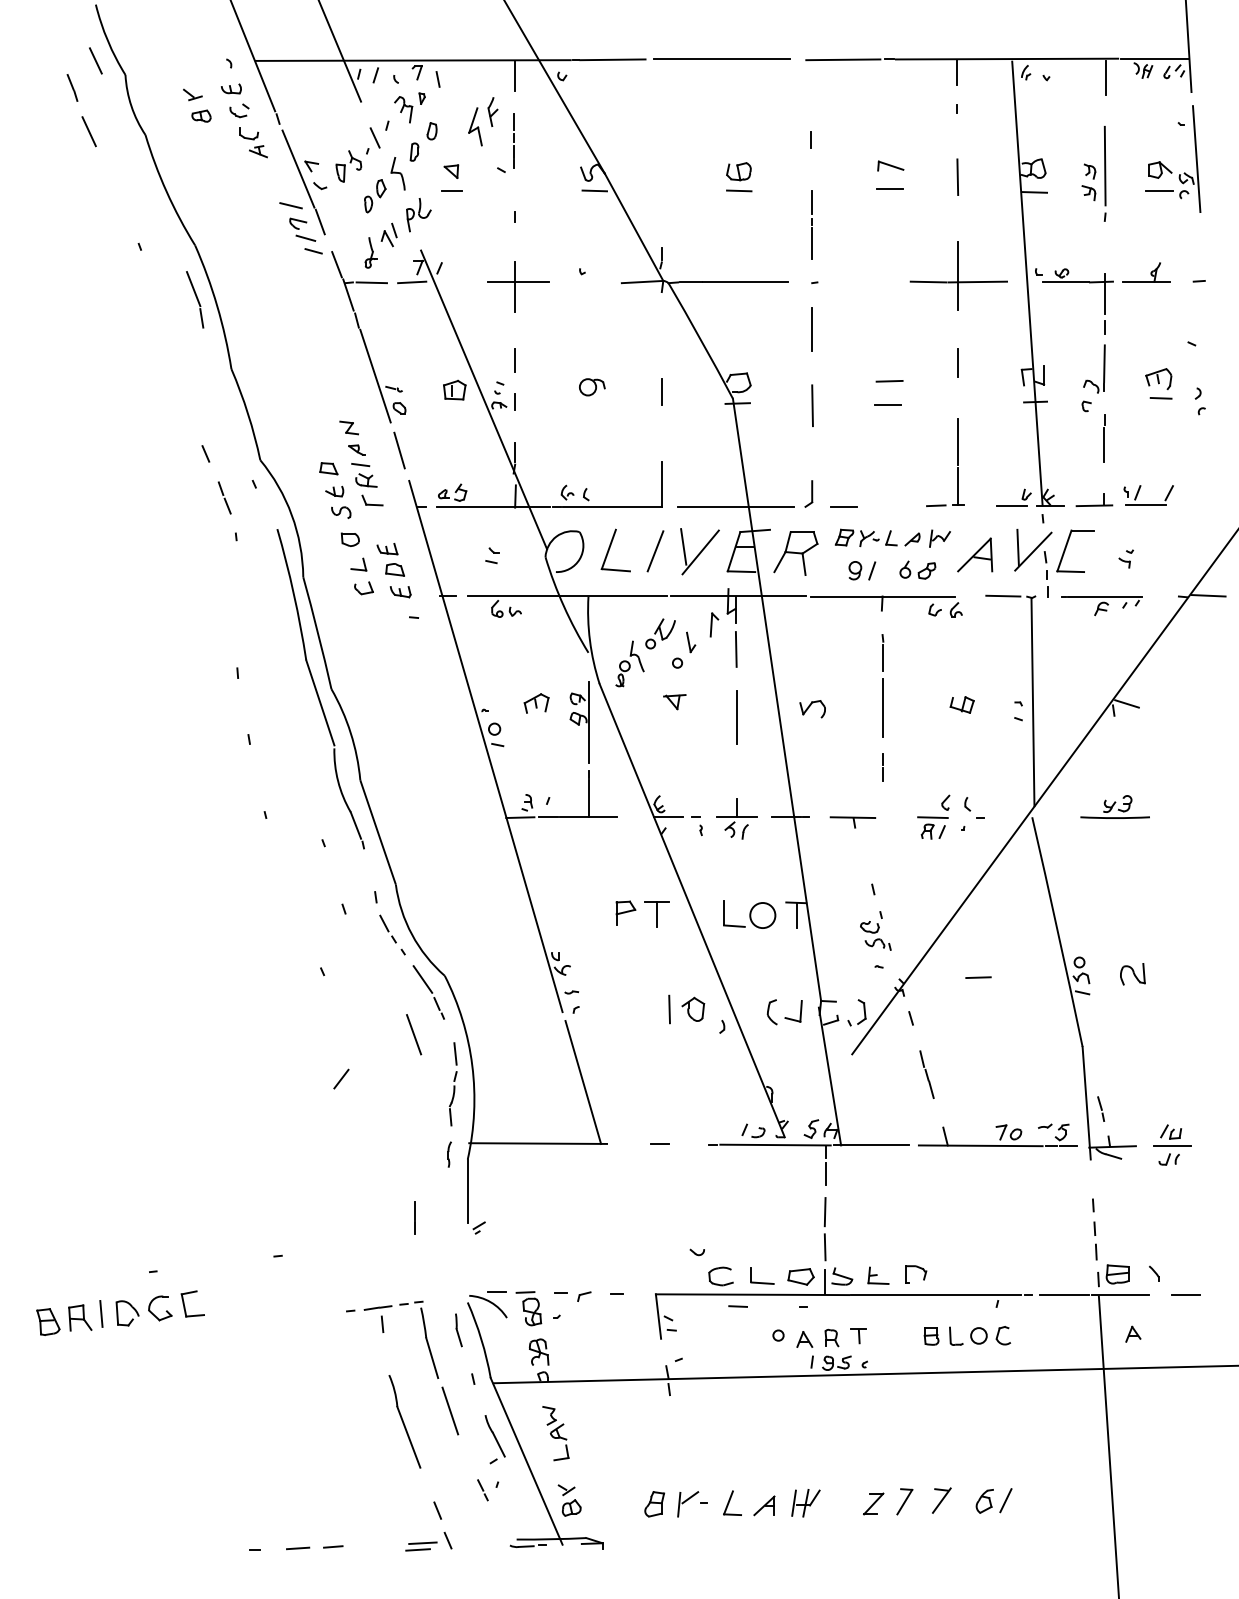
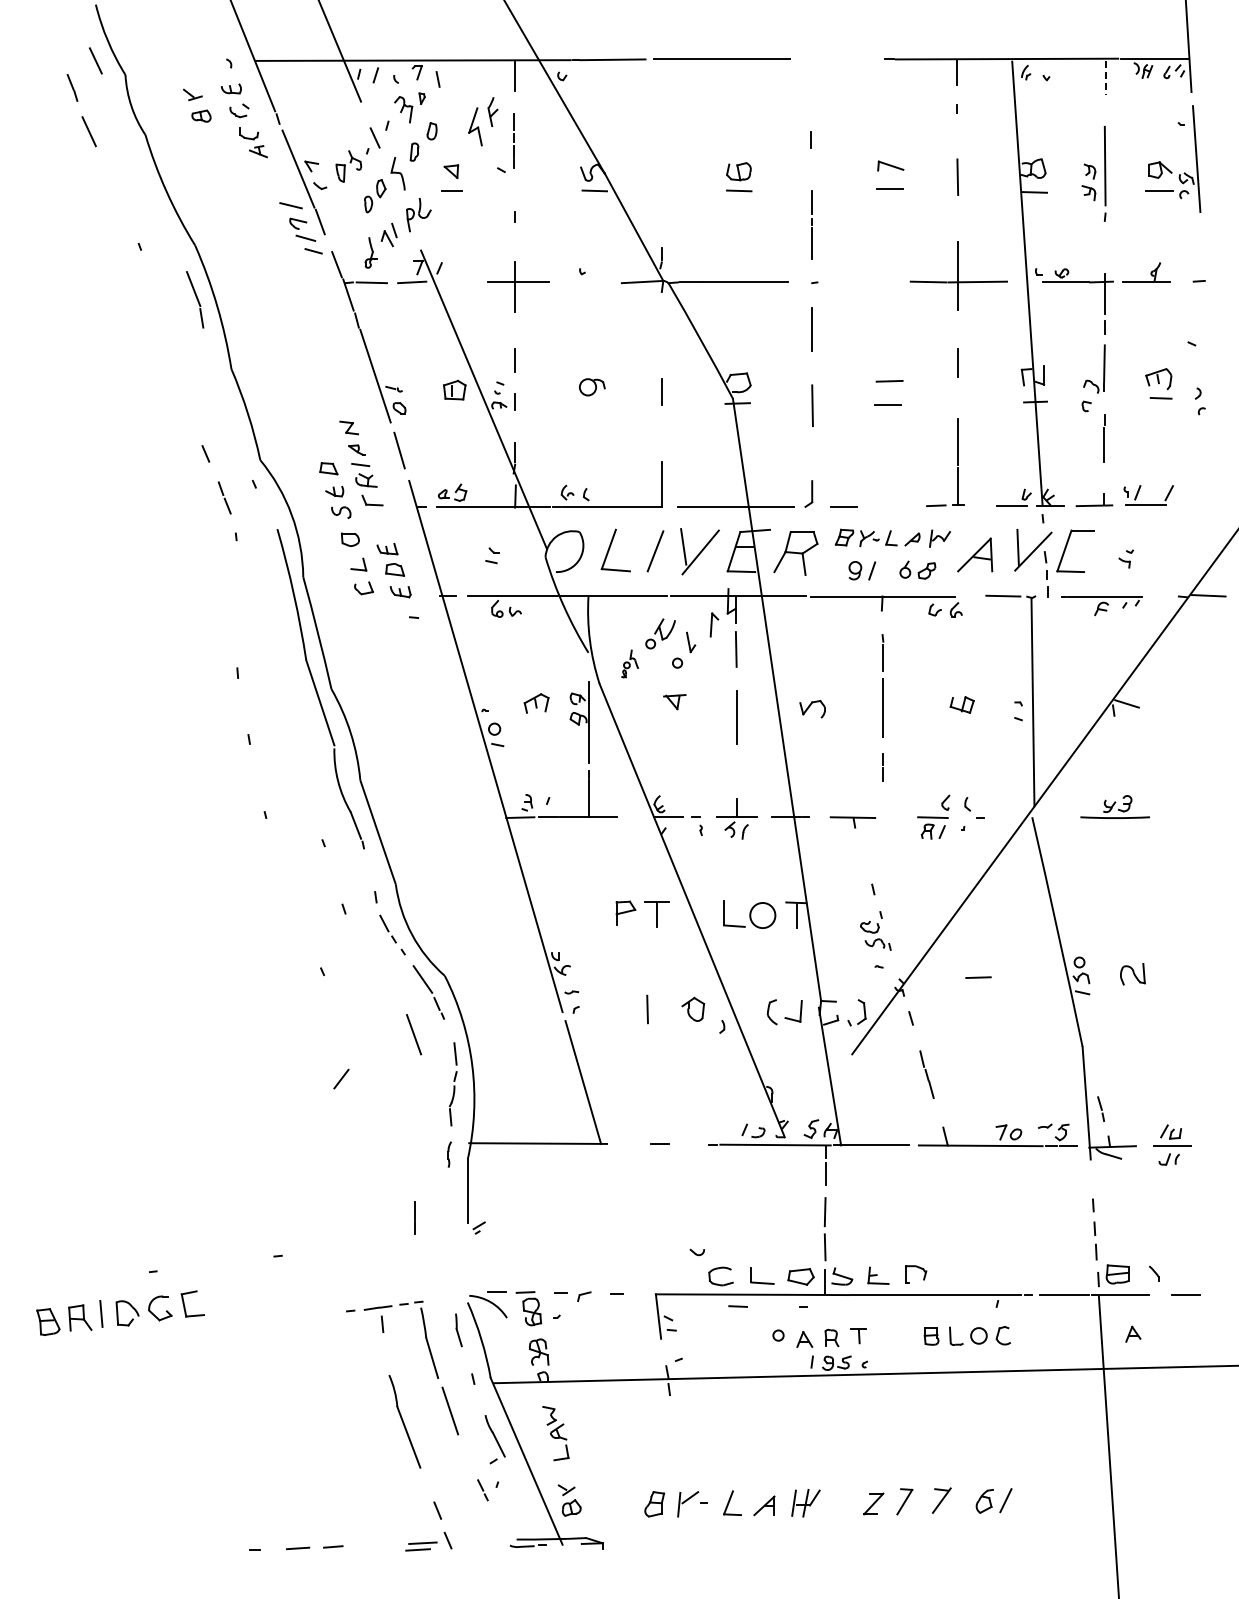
line at (843, 59): present -> none
line at (1105, 78): solid -> dashed
part at (629, 663) size: 30x48 px -> 18x30 px
line at (669, 1009) position: (669, 1009) -> (647, 1009)
